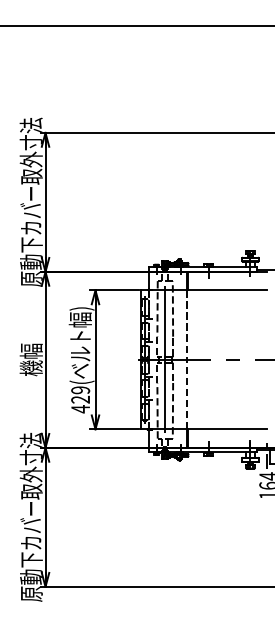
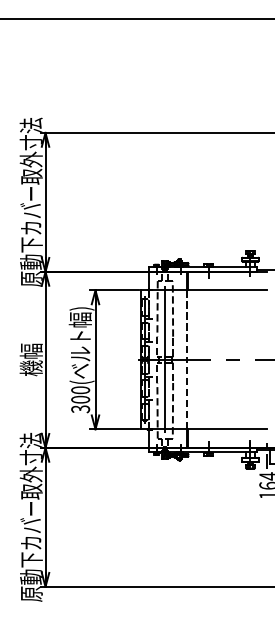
line at (136, 25) position: (136, 25) -> (136, 18)
text at (80, 399): 429( -> 300(
